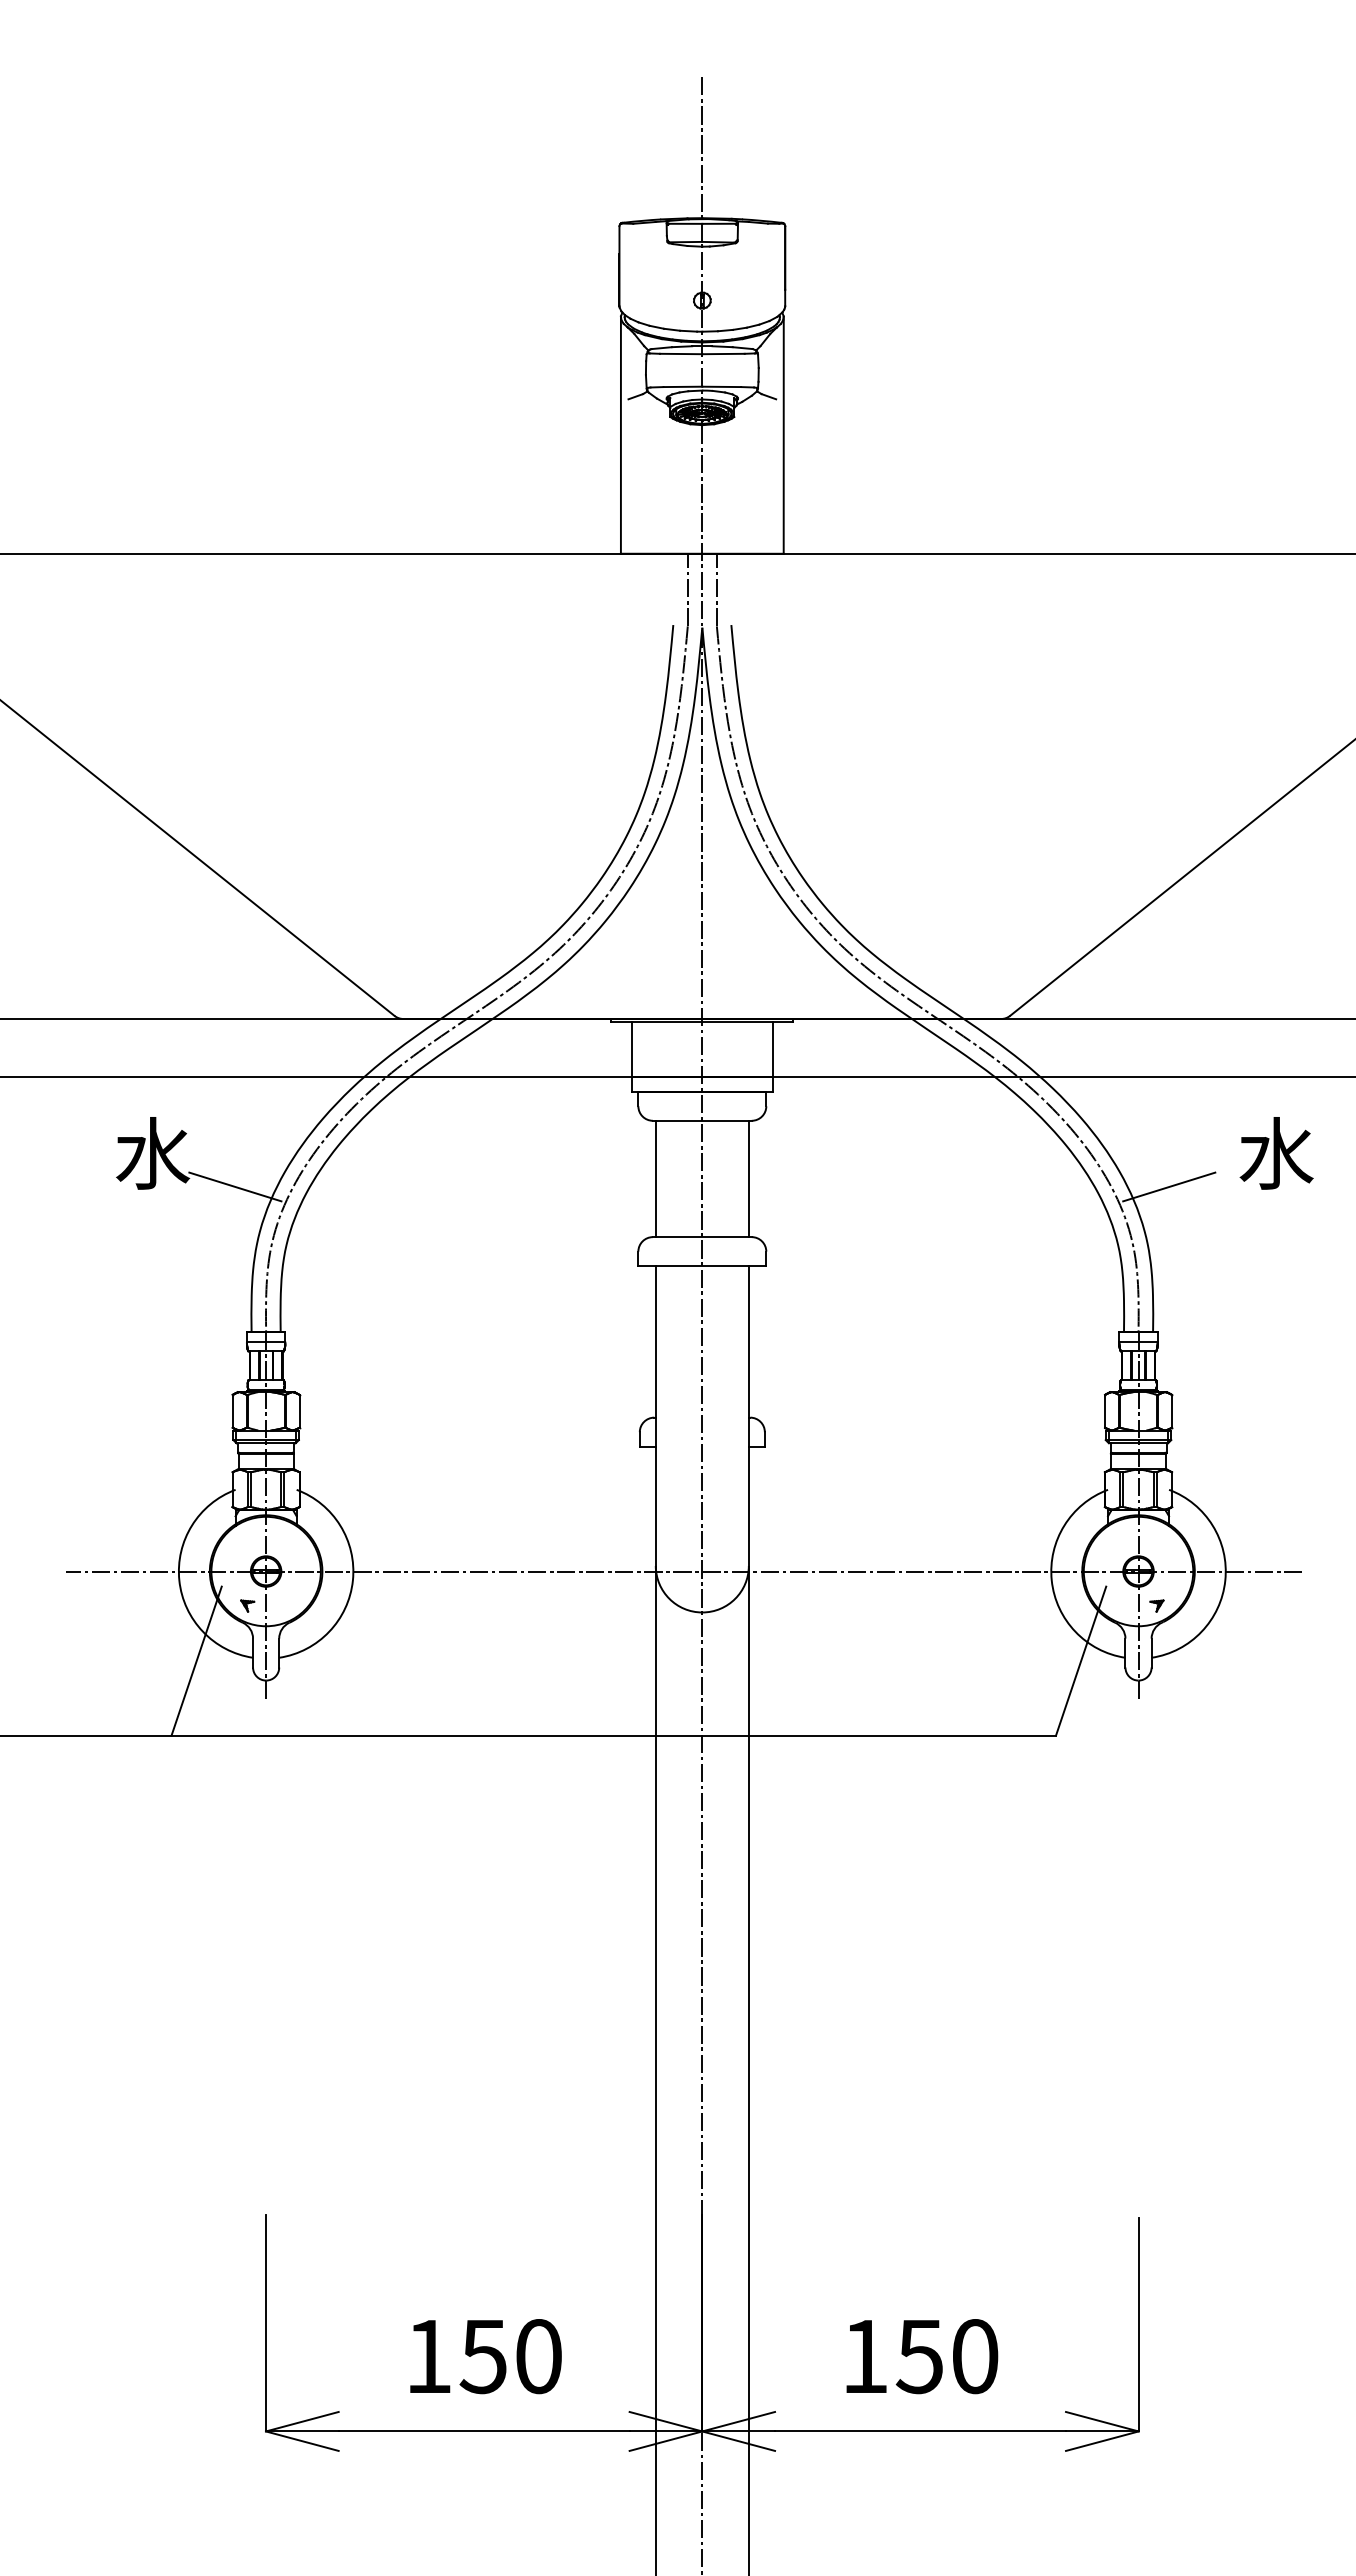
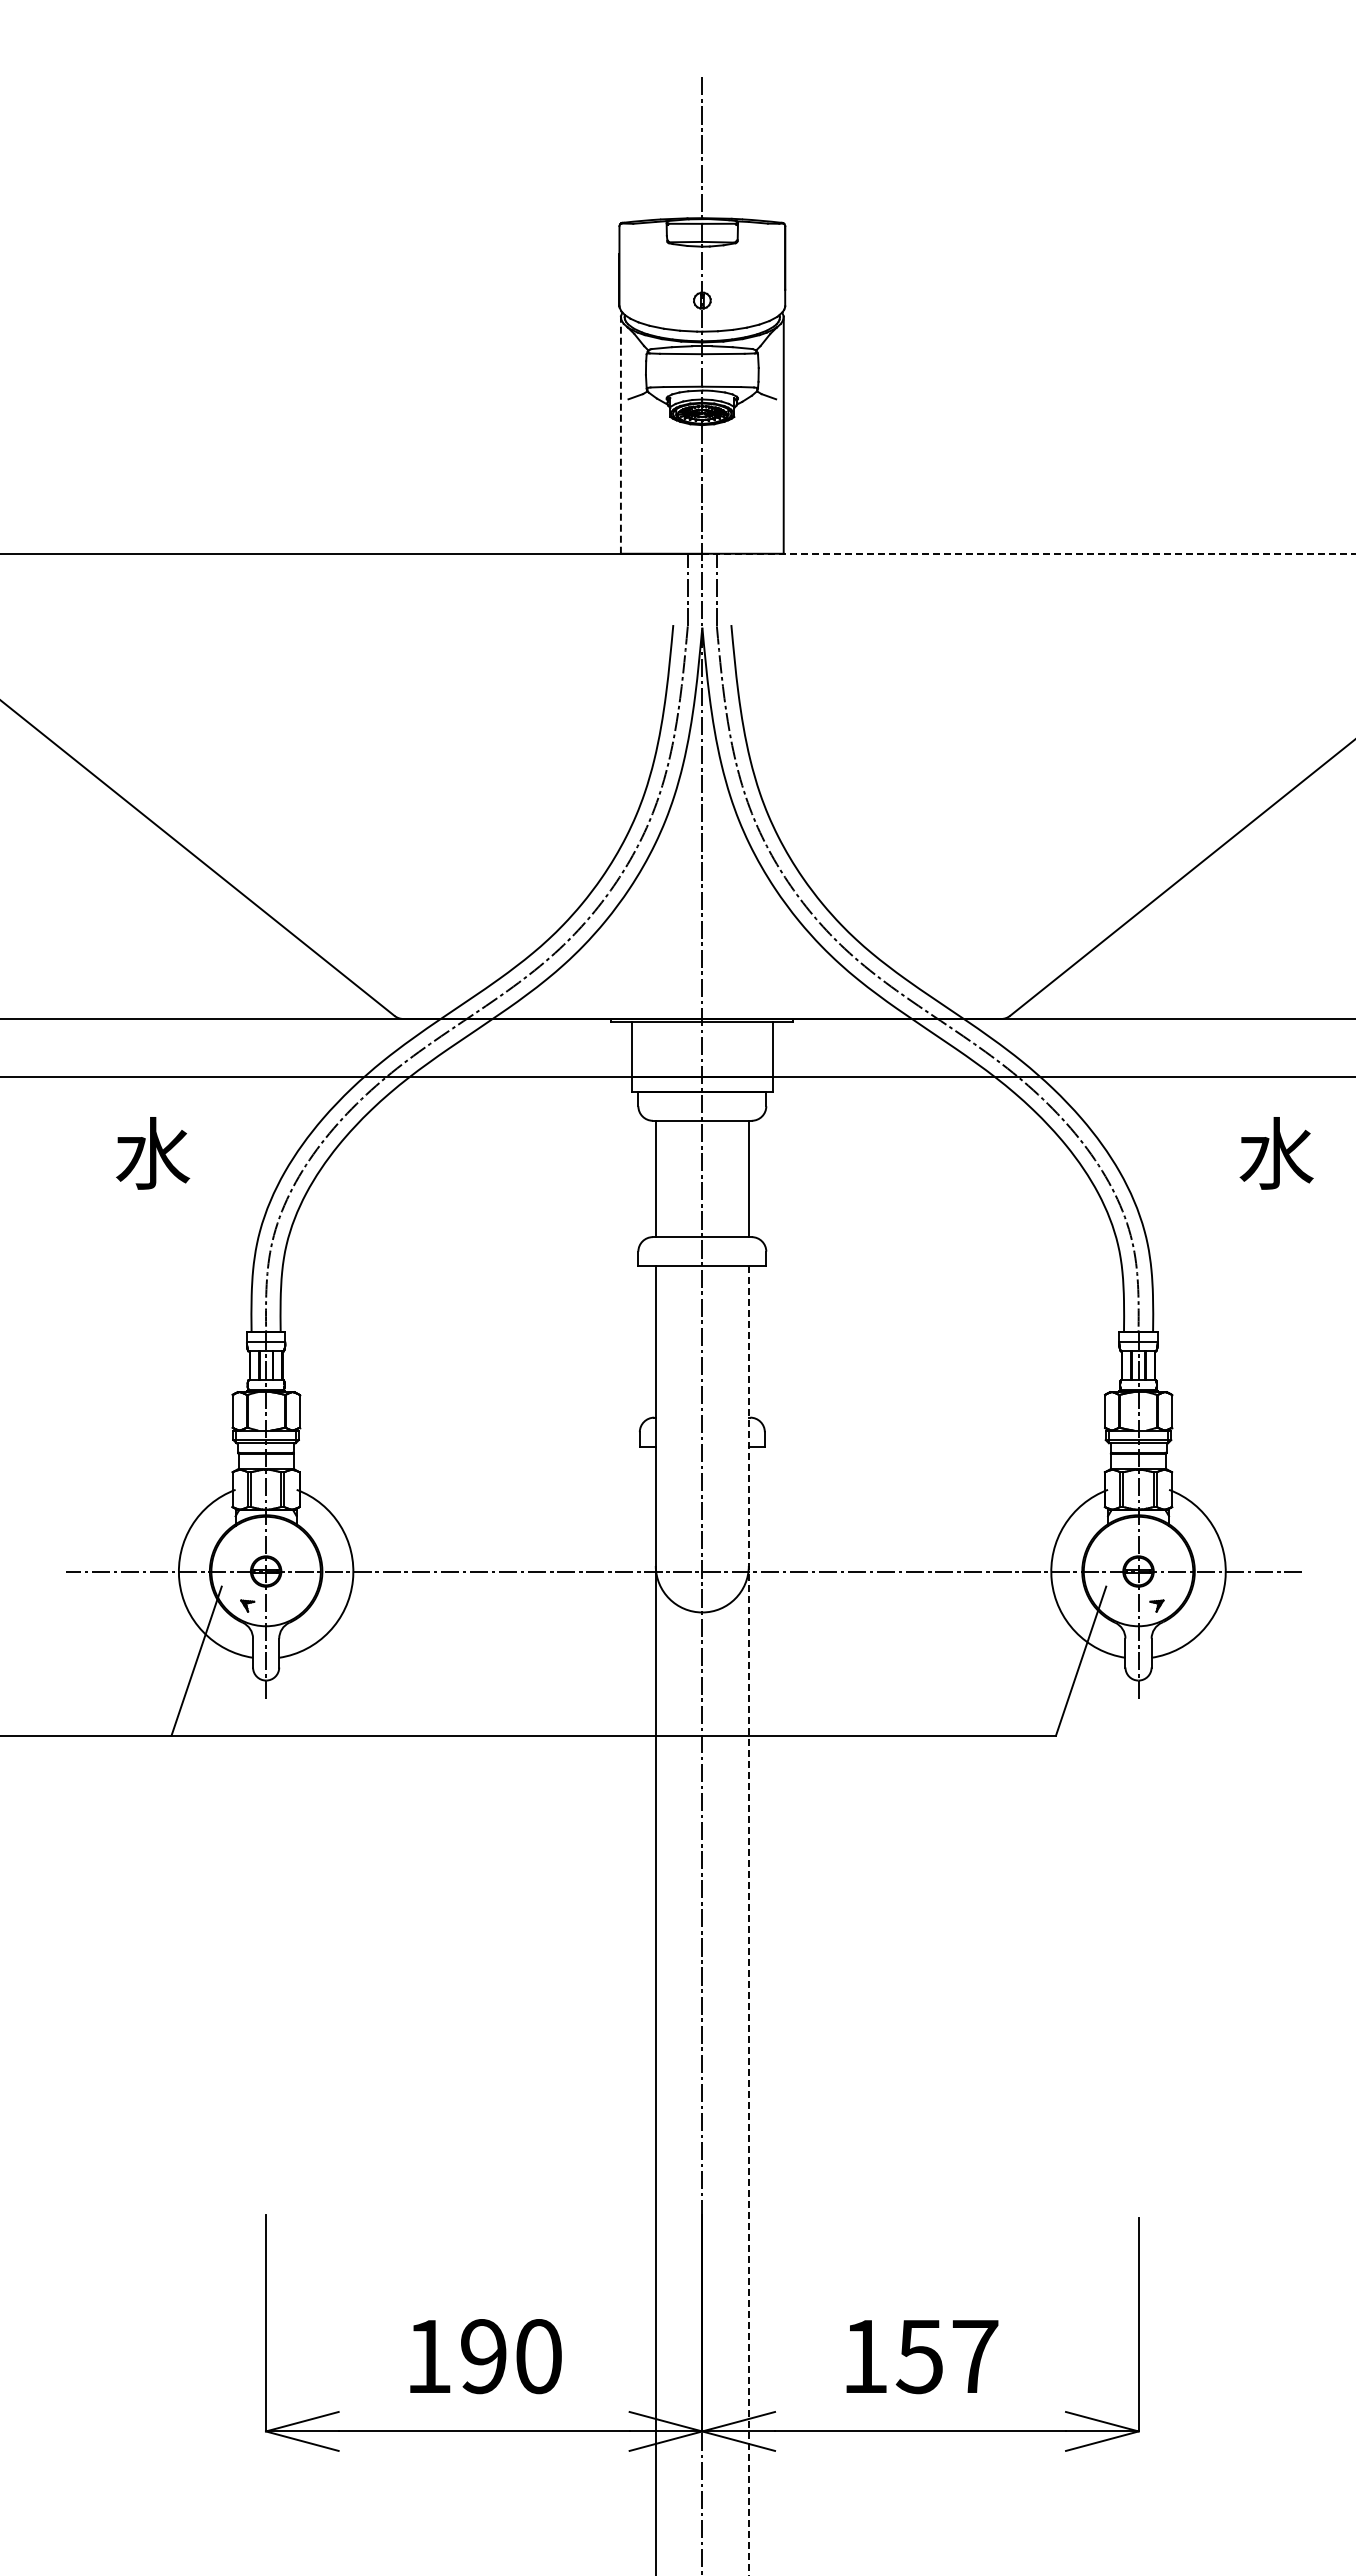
line at (620, 435): solid -> dashed
line at (1029, 553): solid -> dashed
line at (235, 1186): present -> none
line at (1169, 1186): present -> none
line at (748, 1920): solid -> dashed
text at (482, 2356): 150 -> 190
text at (975, 2356): 150 -> 157
